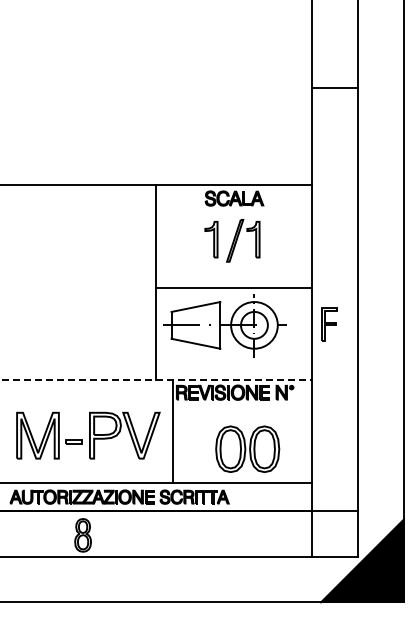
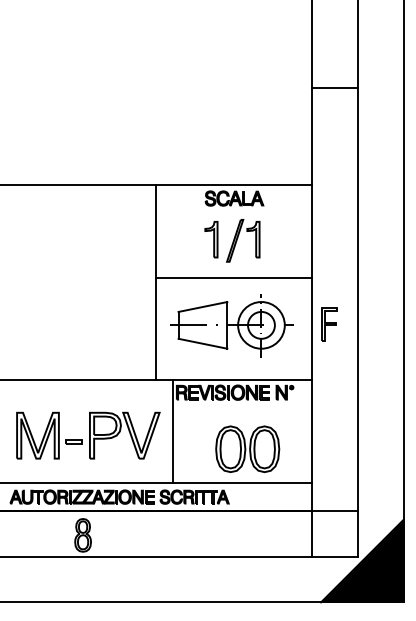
line at (233, 288) position: (233, 288) -> (233, 278)
part at (224, 325) position: (224, 325) -> (231, 325)
line at (156, 379): dashed -> solid
